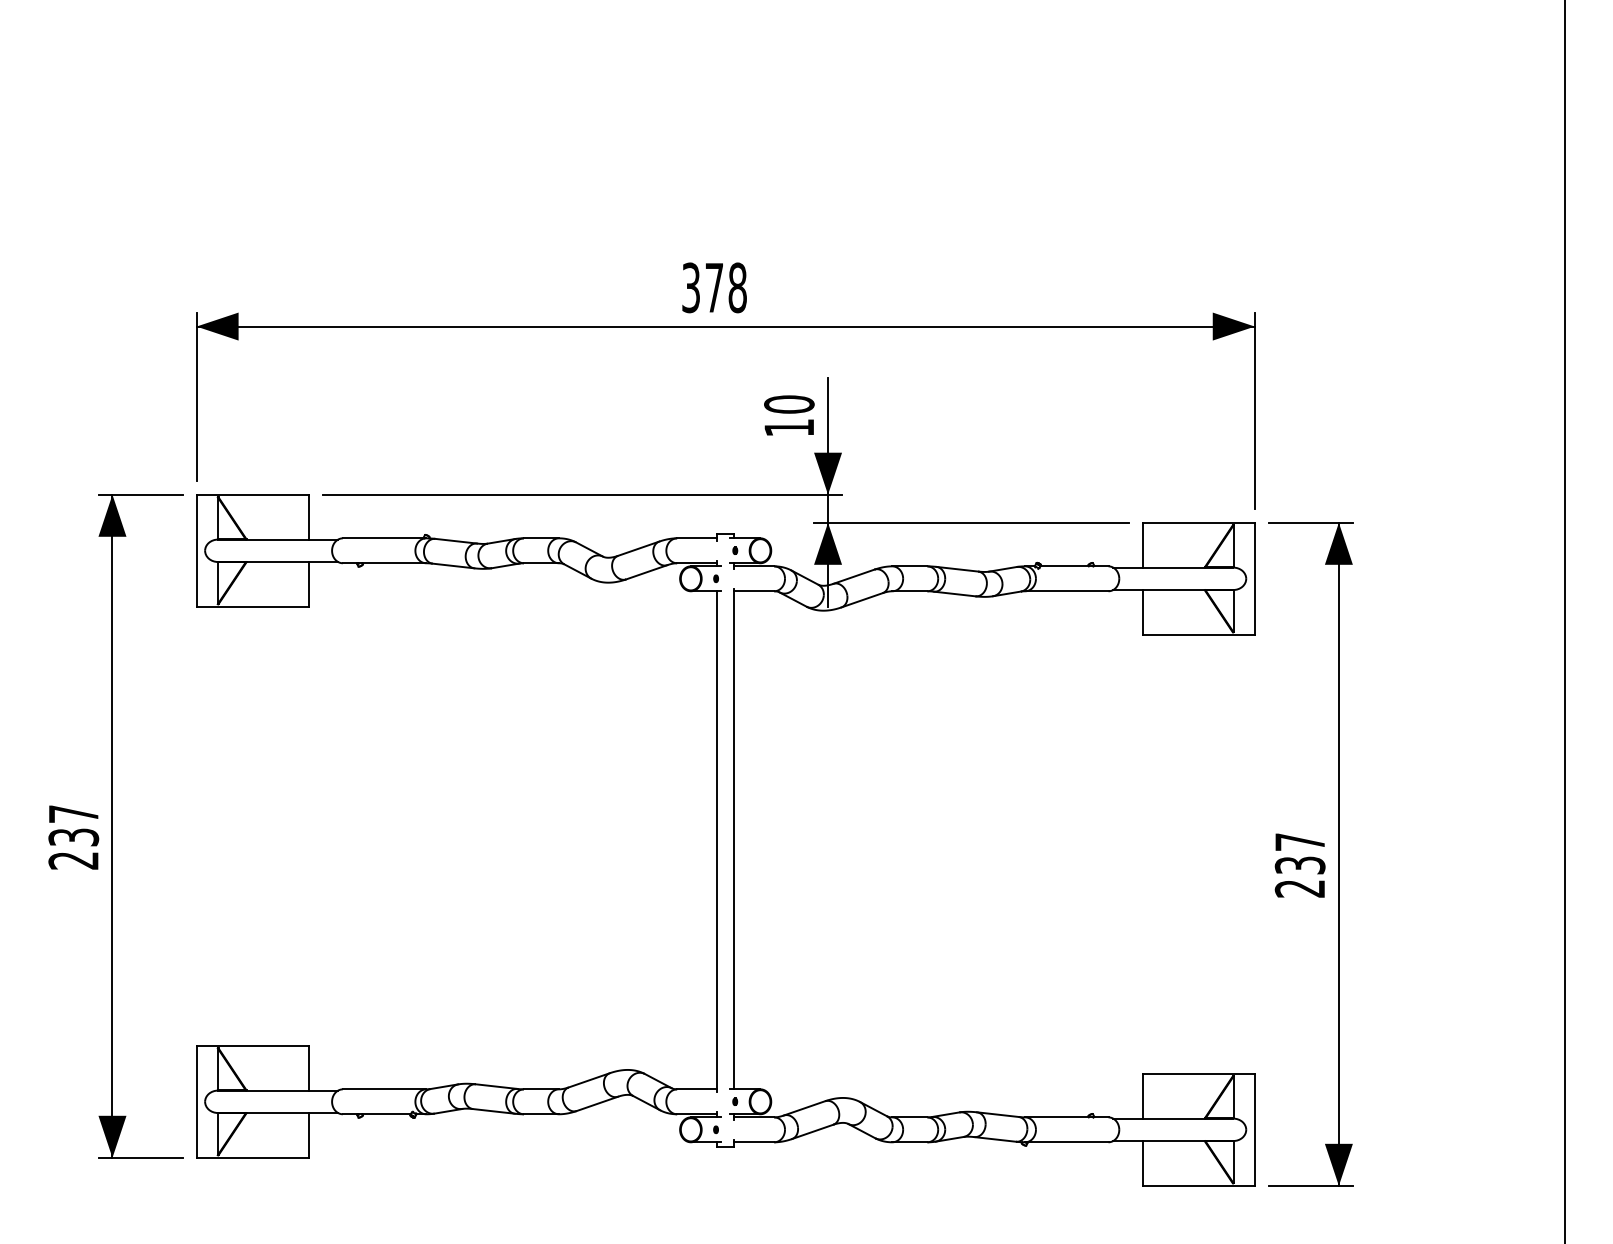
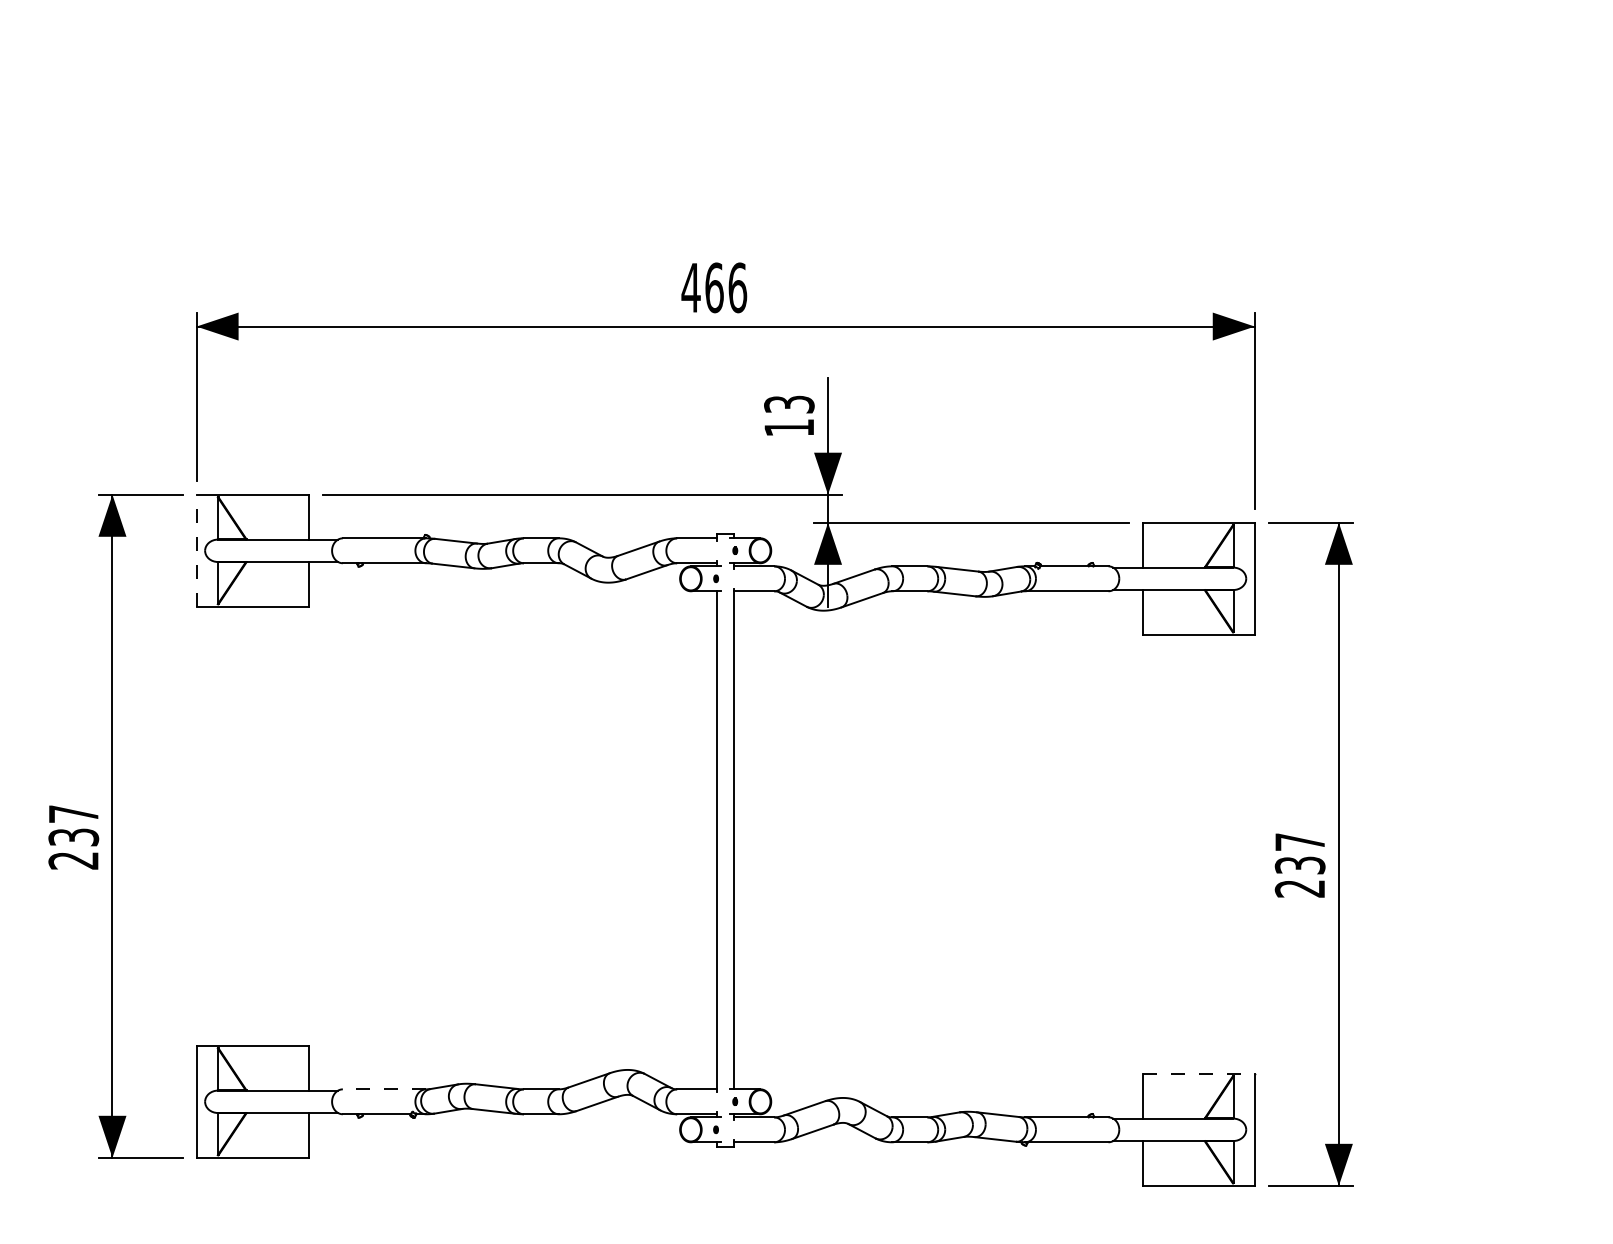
text at (714, 287): 378 -> 466
text at (789, 404): 10 -> 13
line at (196, 550): solid -> dashed
line at (1564, 621): present -> none
line at (1199, 1073): solid -> dashed
line at (384, 1089): solid -> dashed
